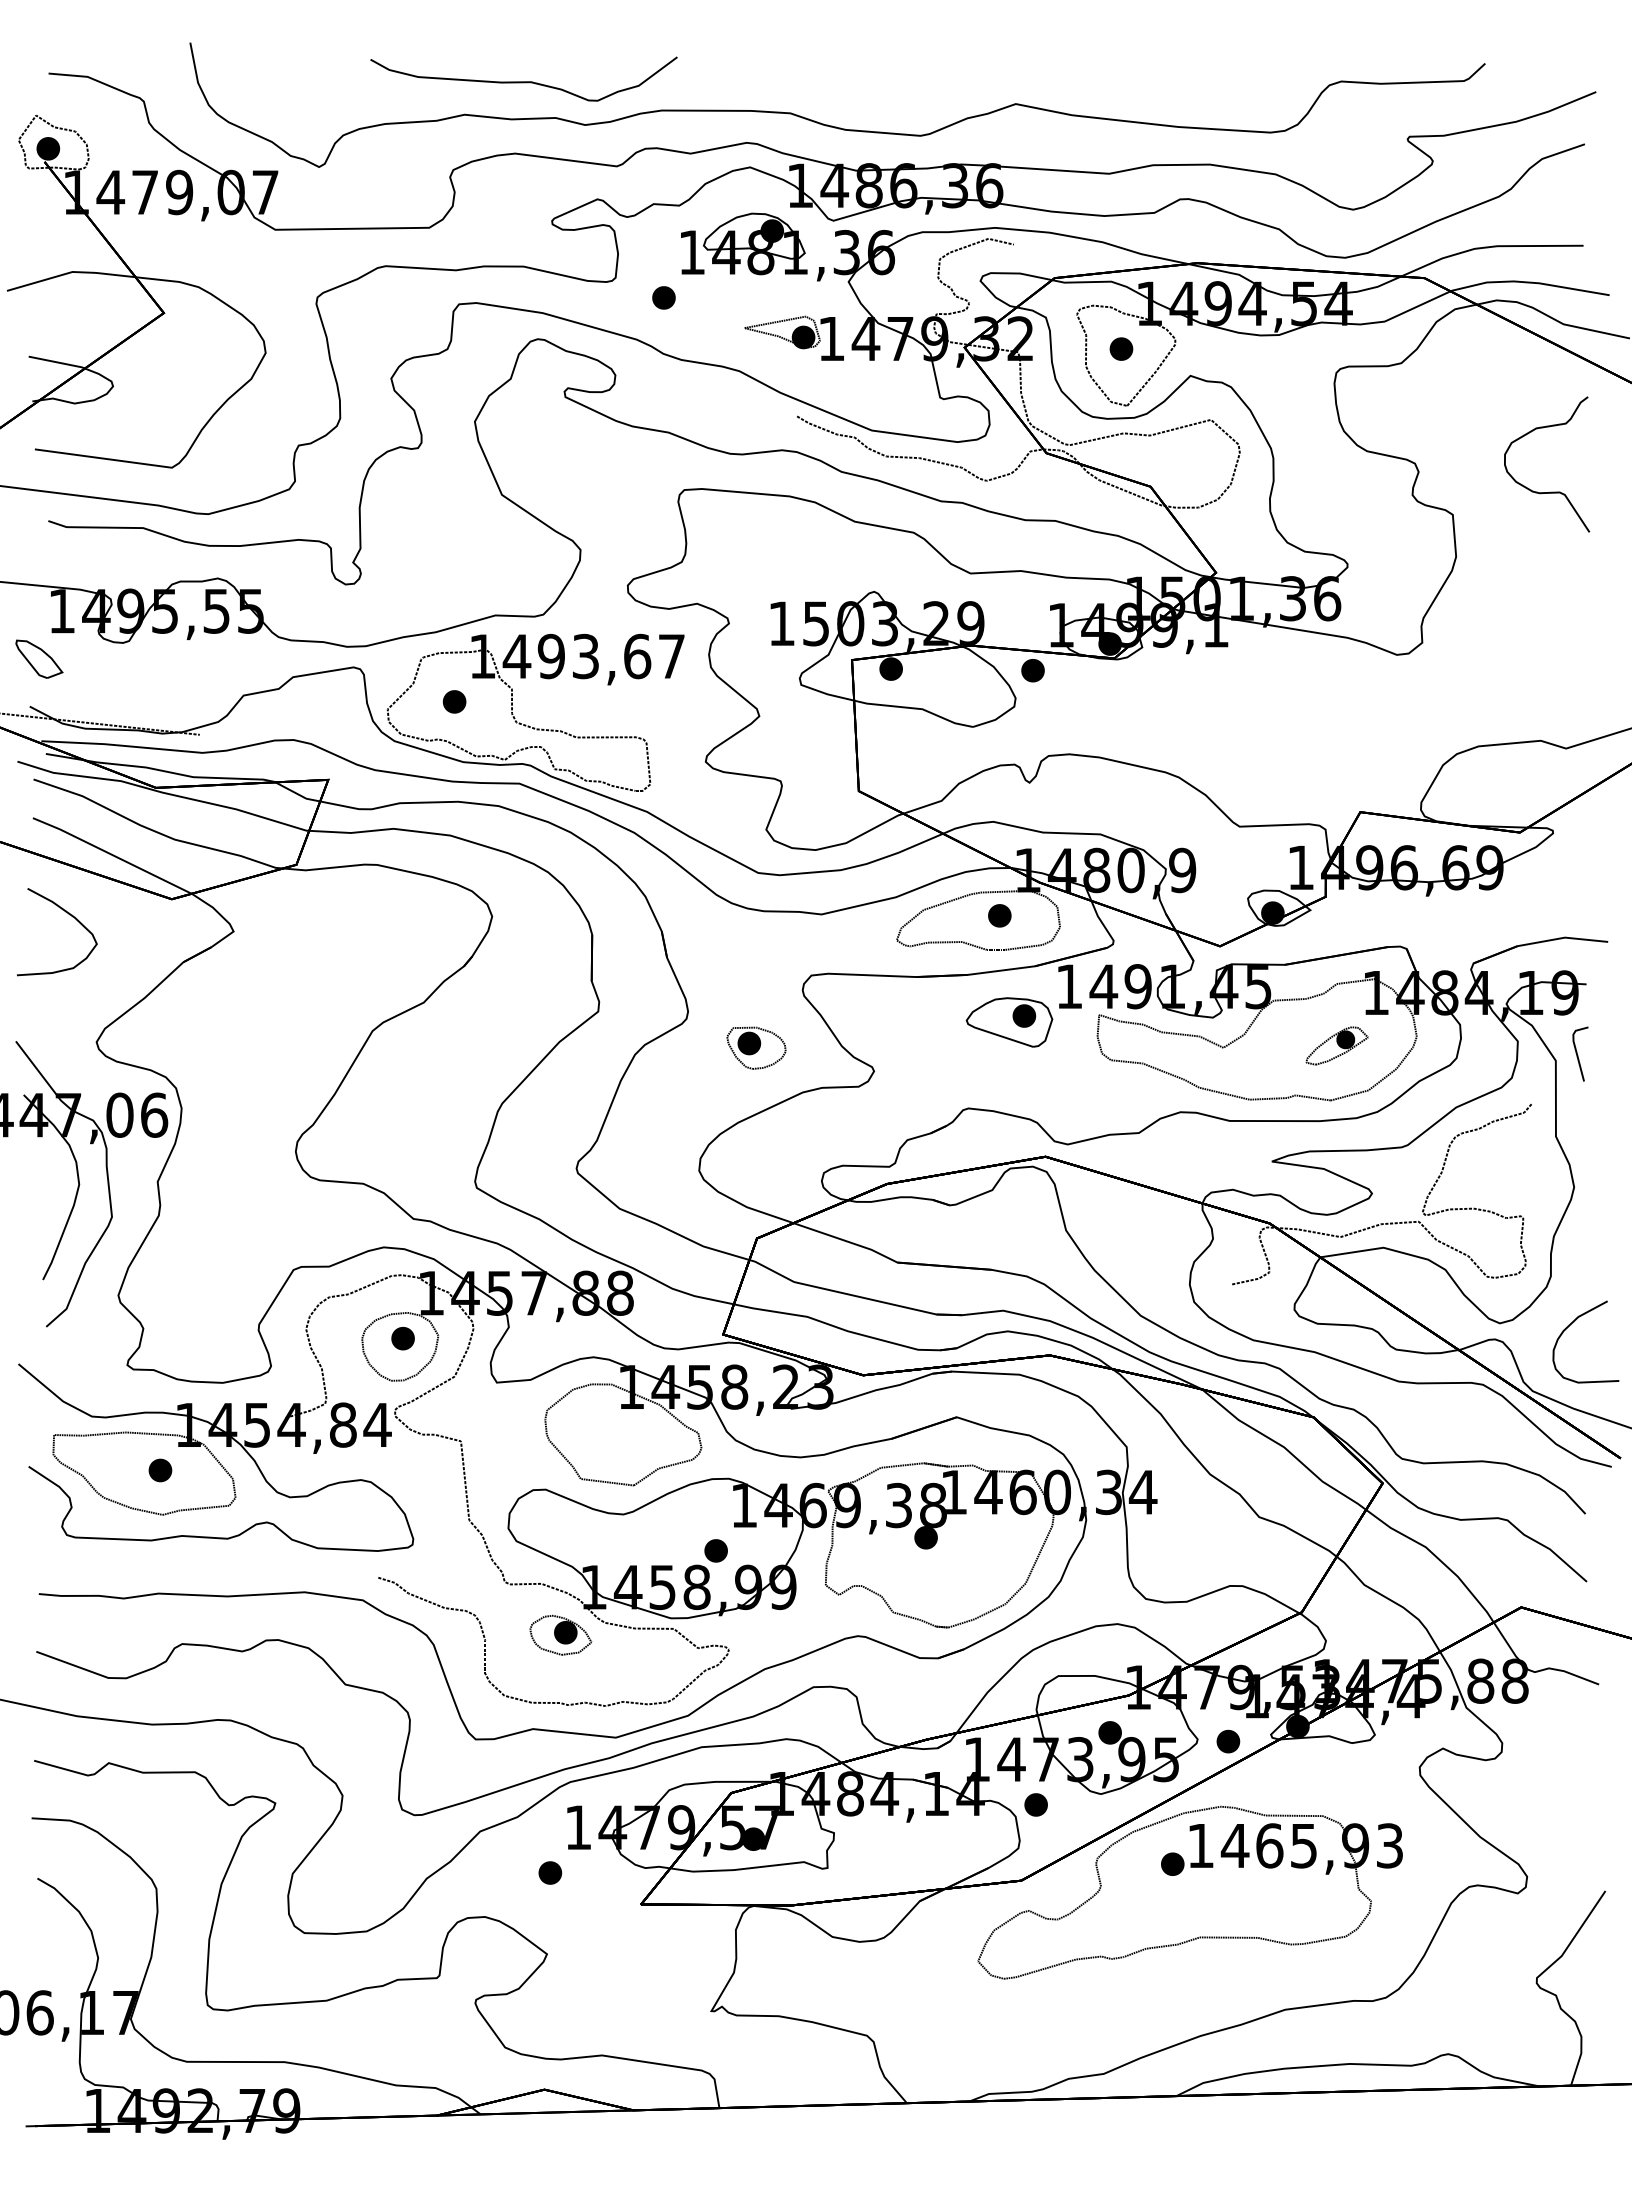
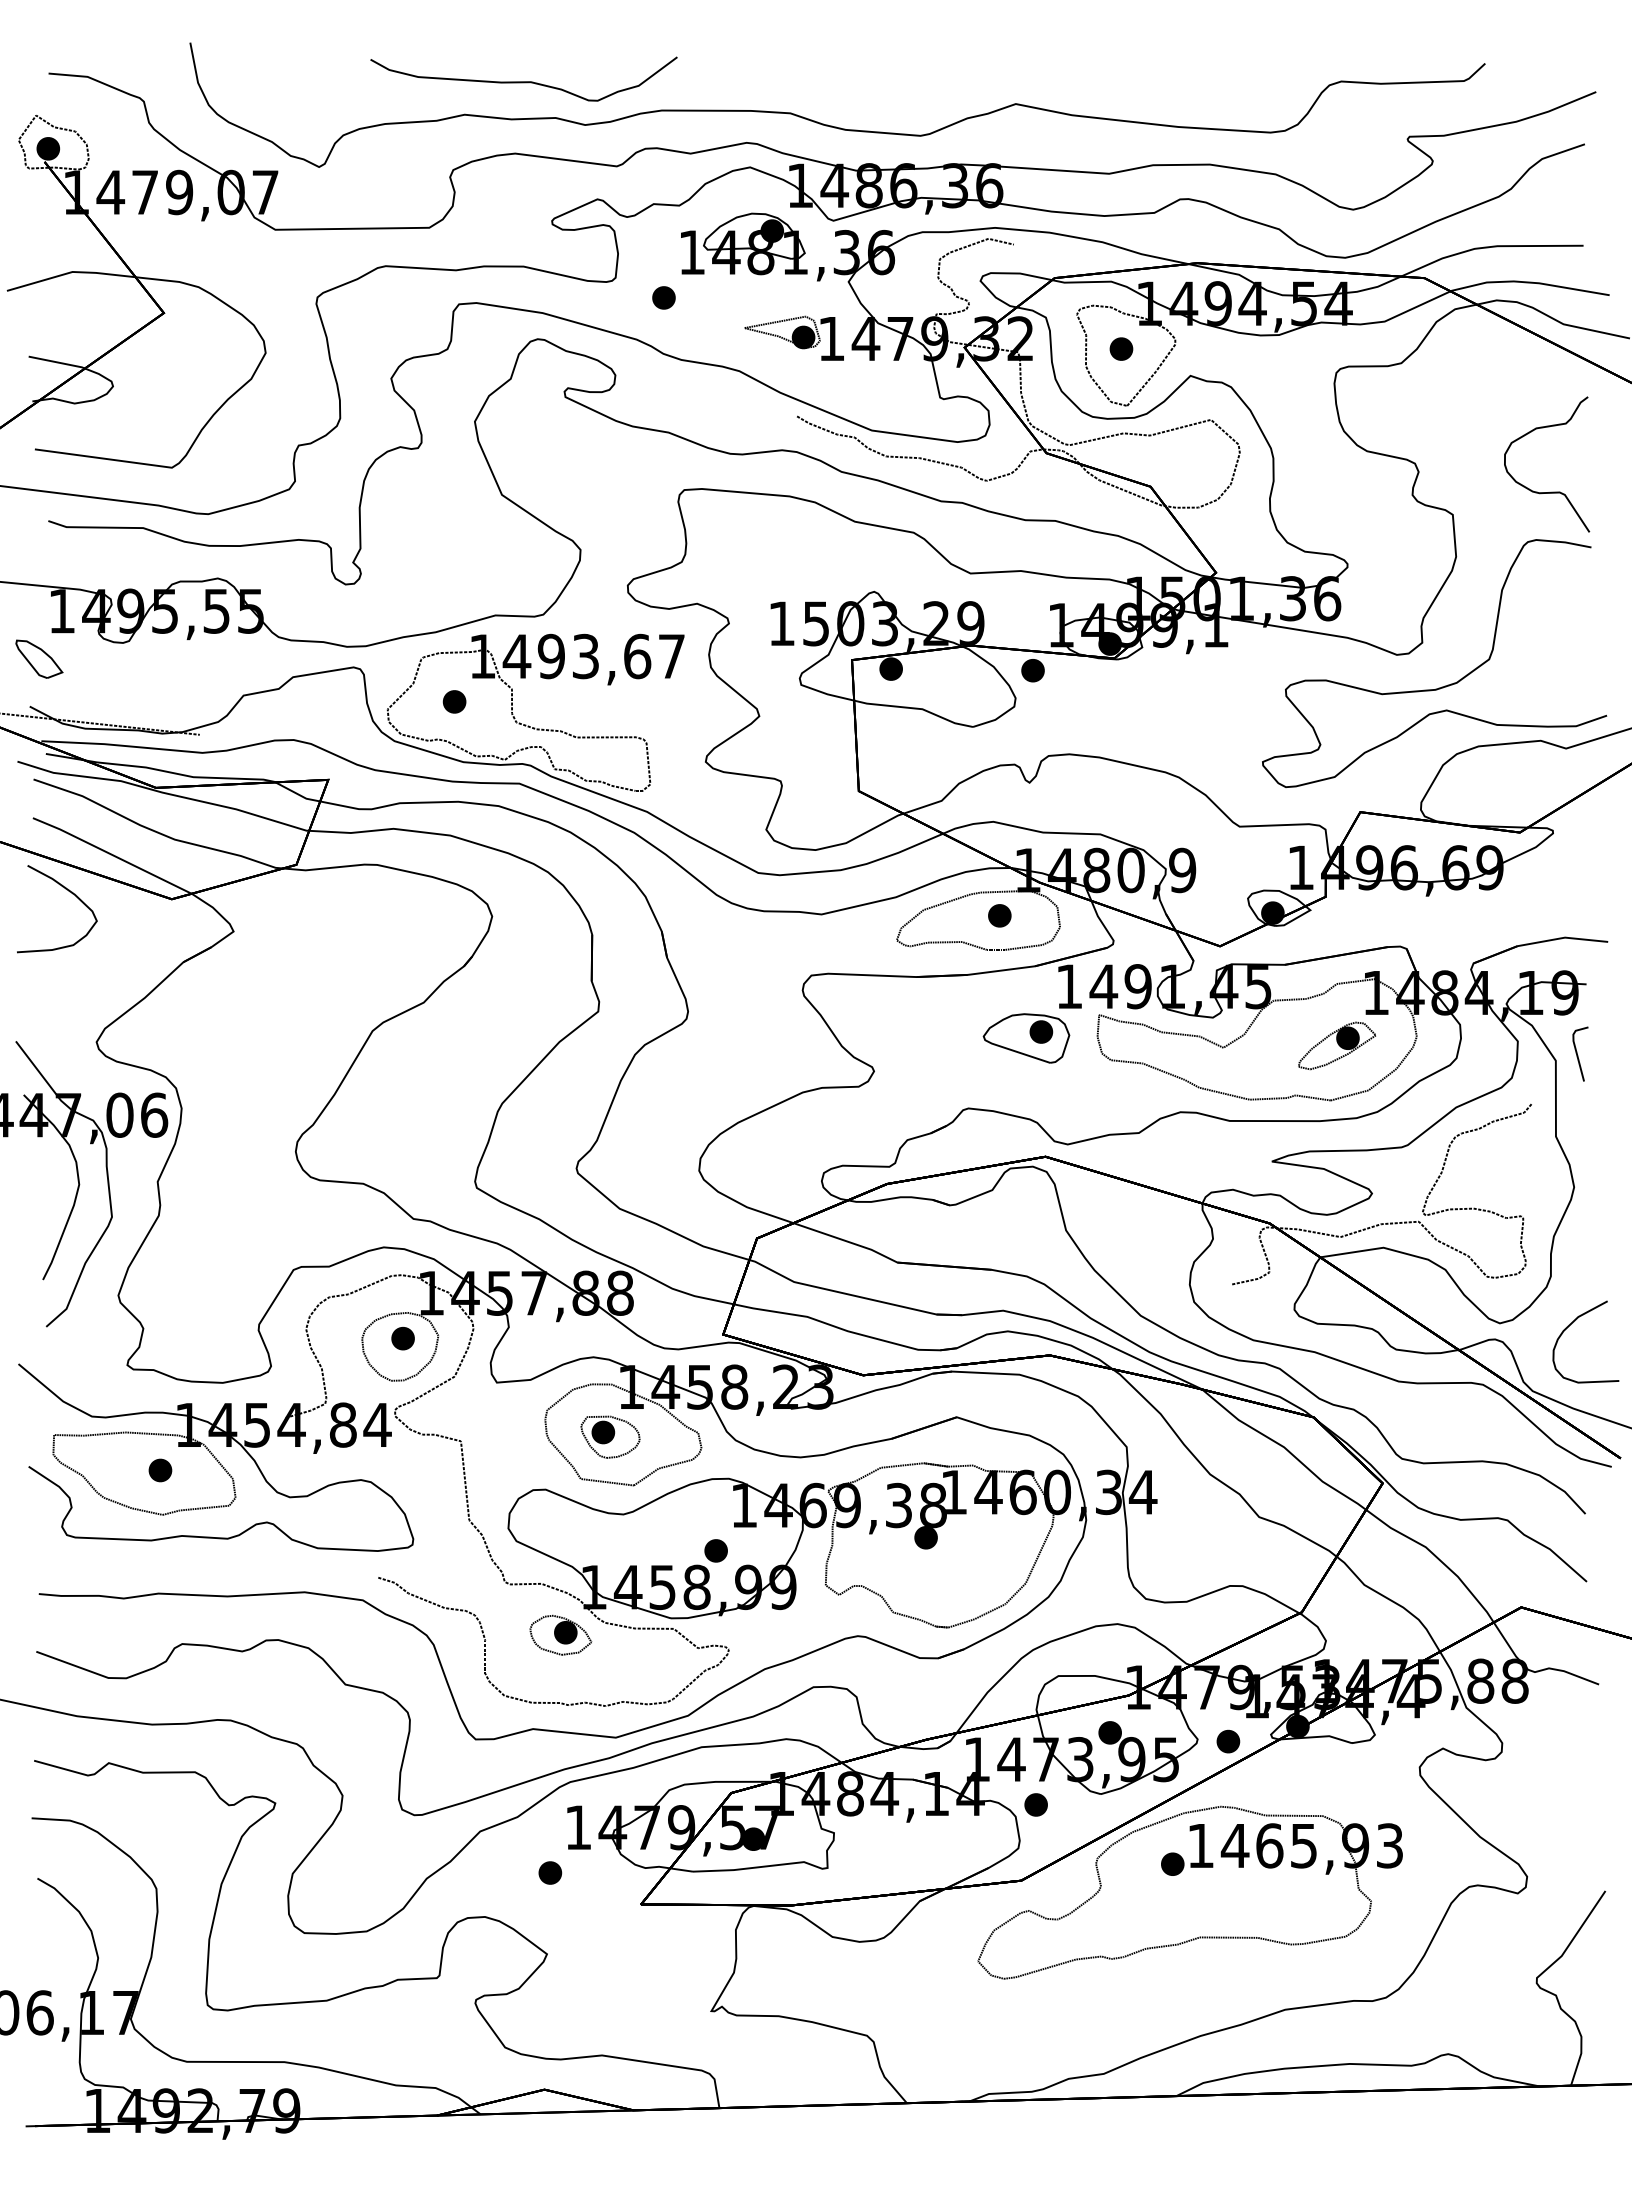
curve at (1441, 686): none -> present
curve at (69, 915) position: (69, 915) -> (69, 892)
part at (1009, 1022) position: (1009, 1022) -> (1026, 1038)
part at (1336, 1045) size: 64x40 px -> 78x50 px
part at (756, 1047) position: (756, 1047) -> (610, 1436)
